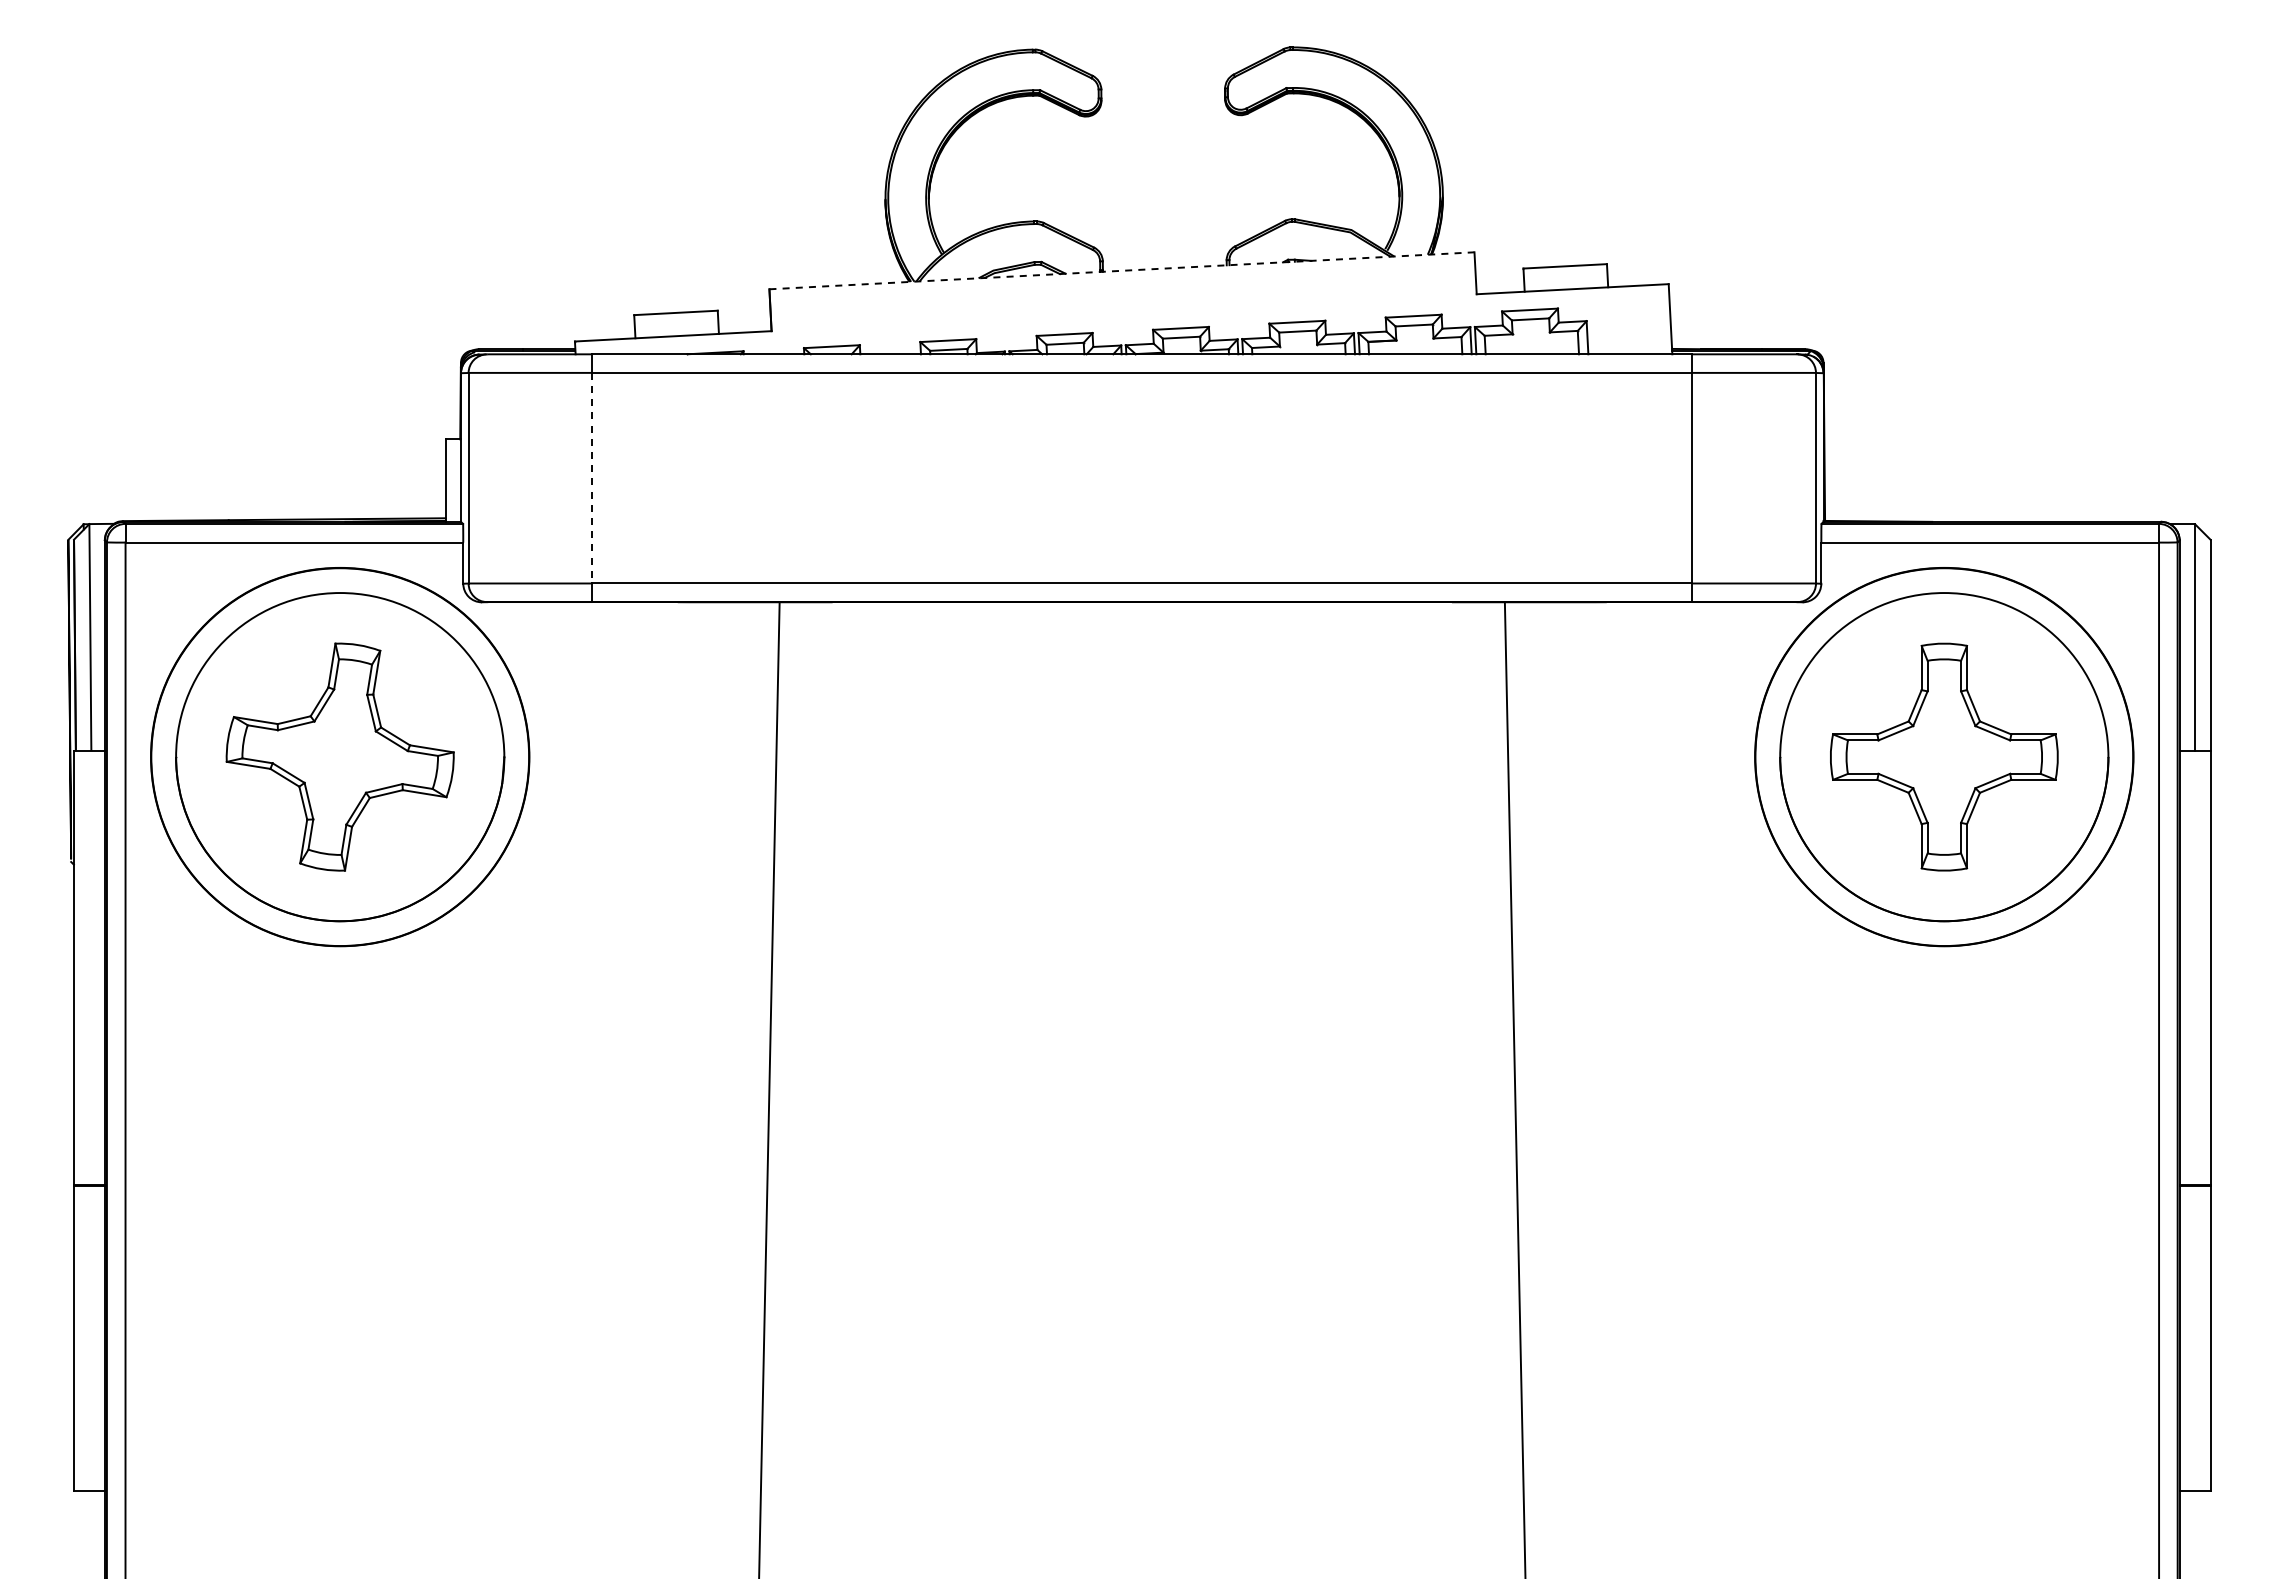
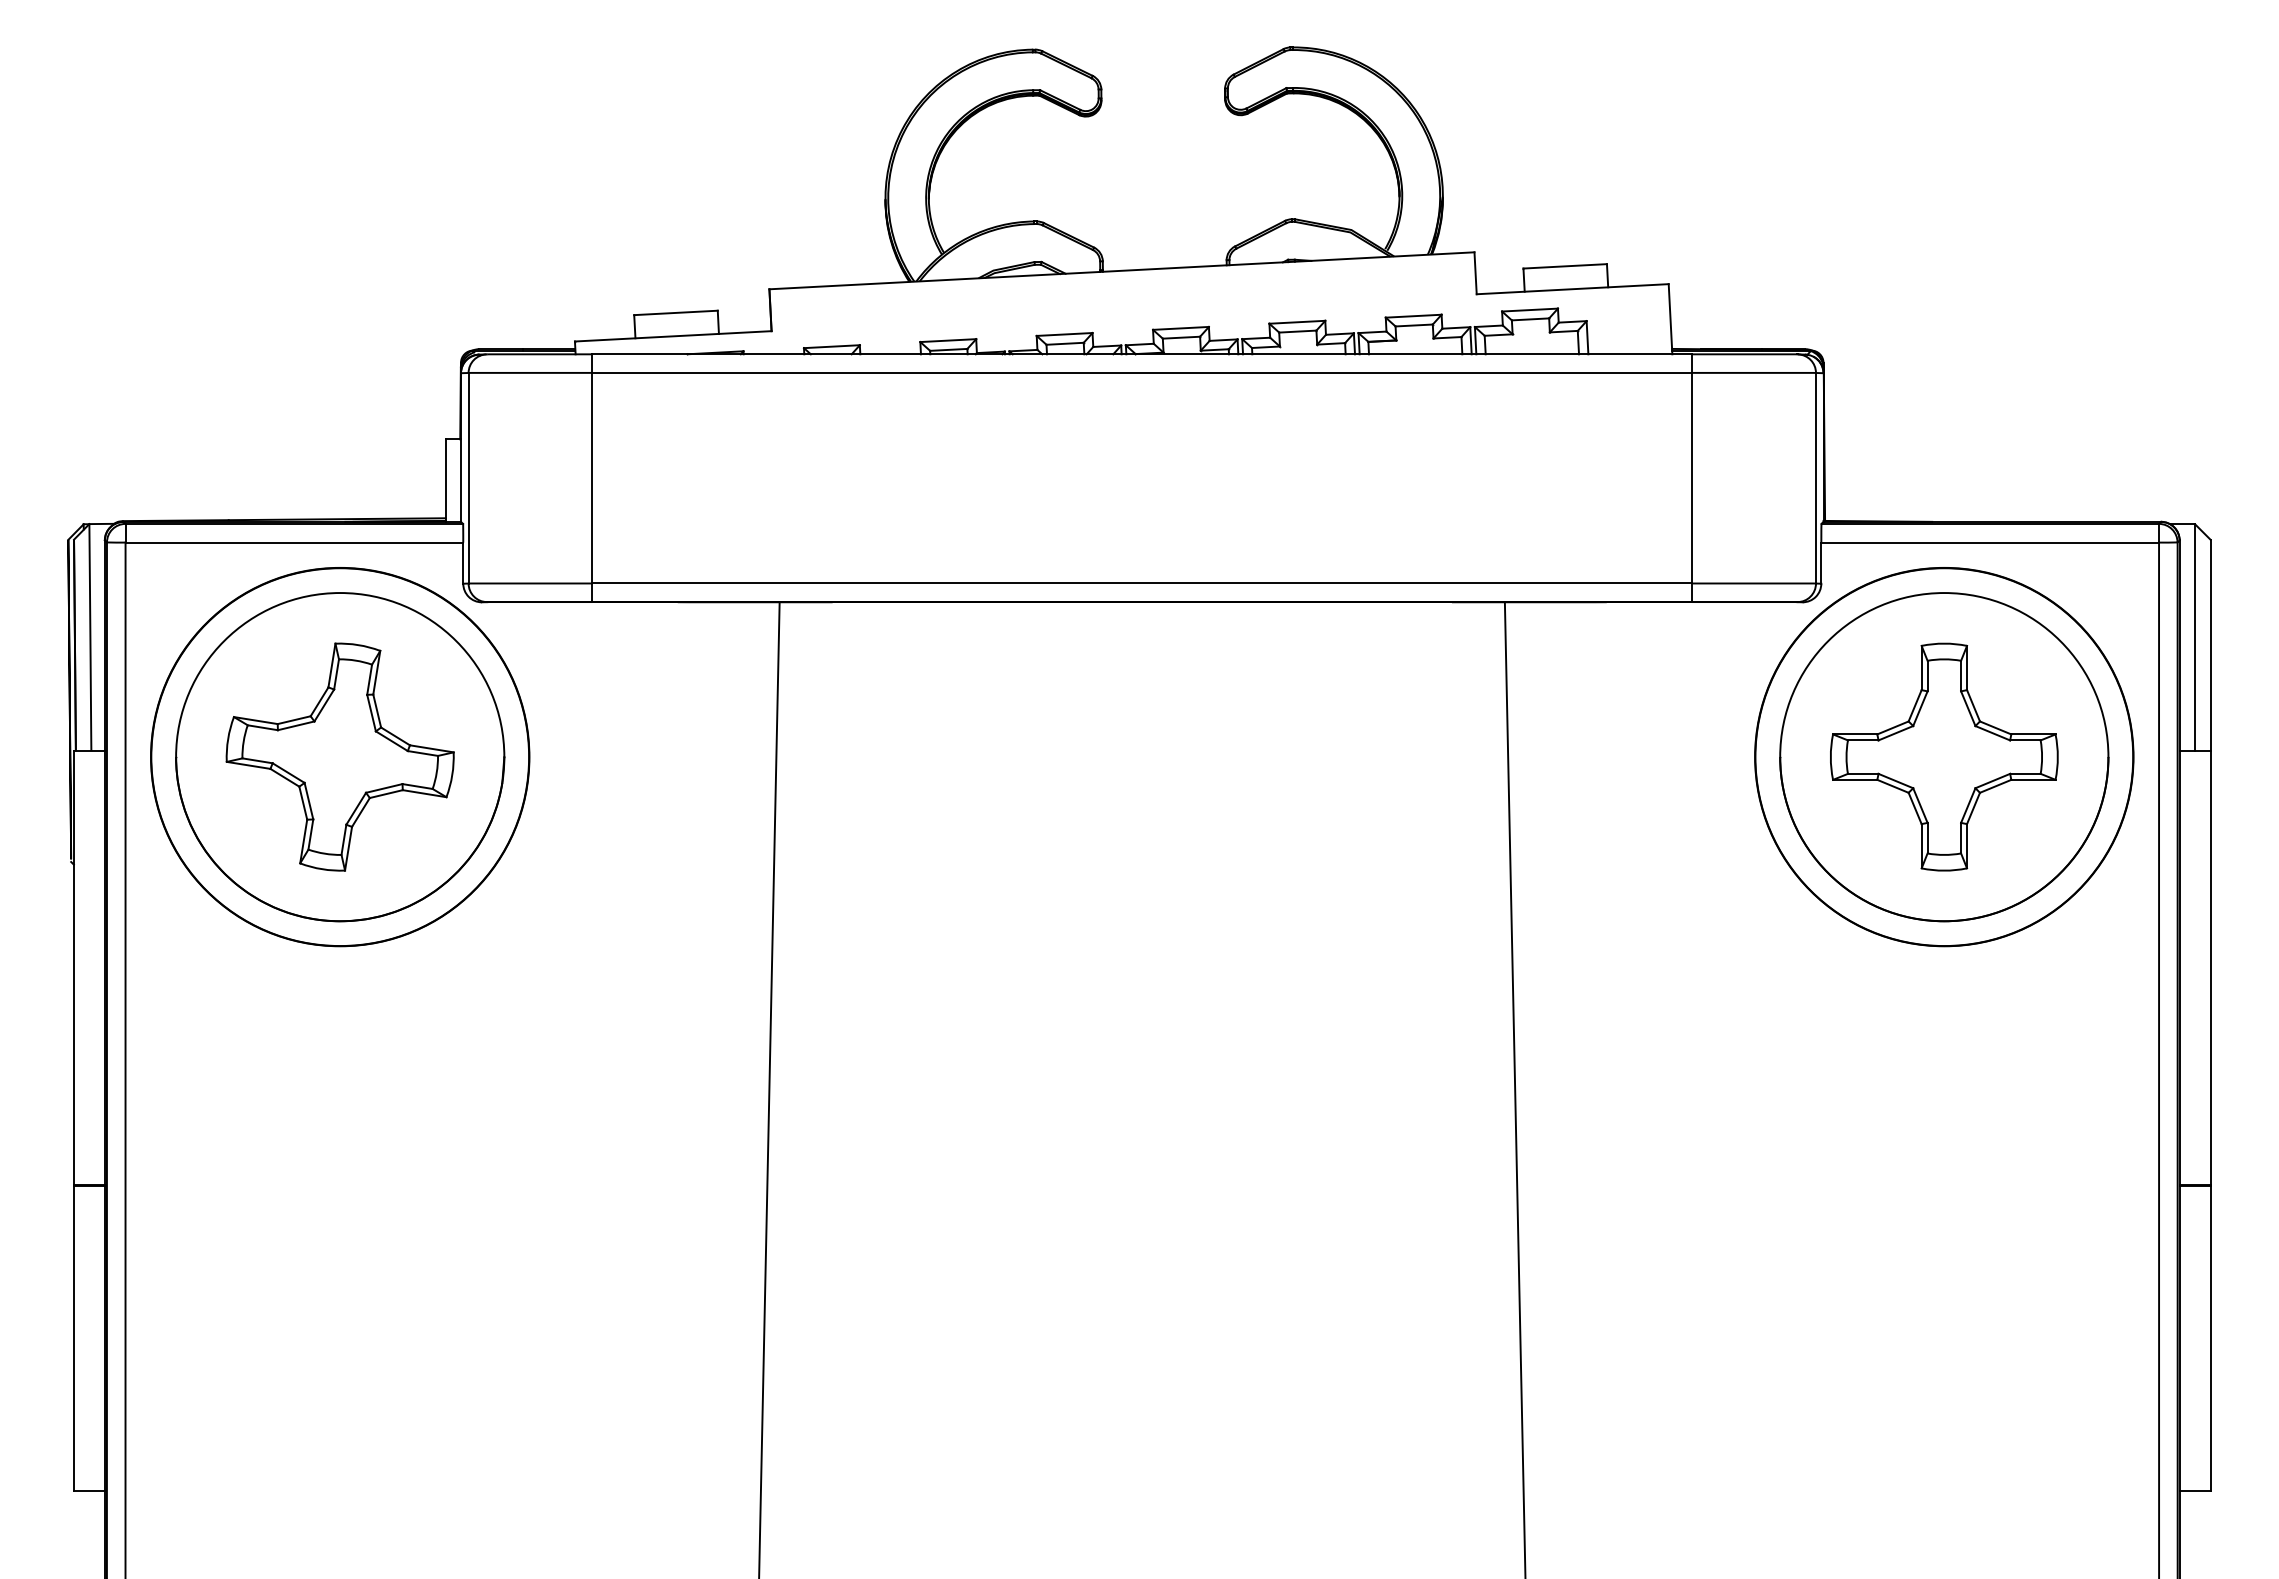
line at (1122, 270): dashed -> solid
line at (592, 478): dashed -> solid
